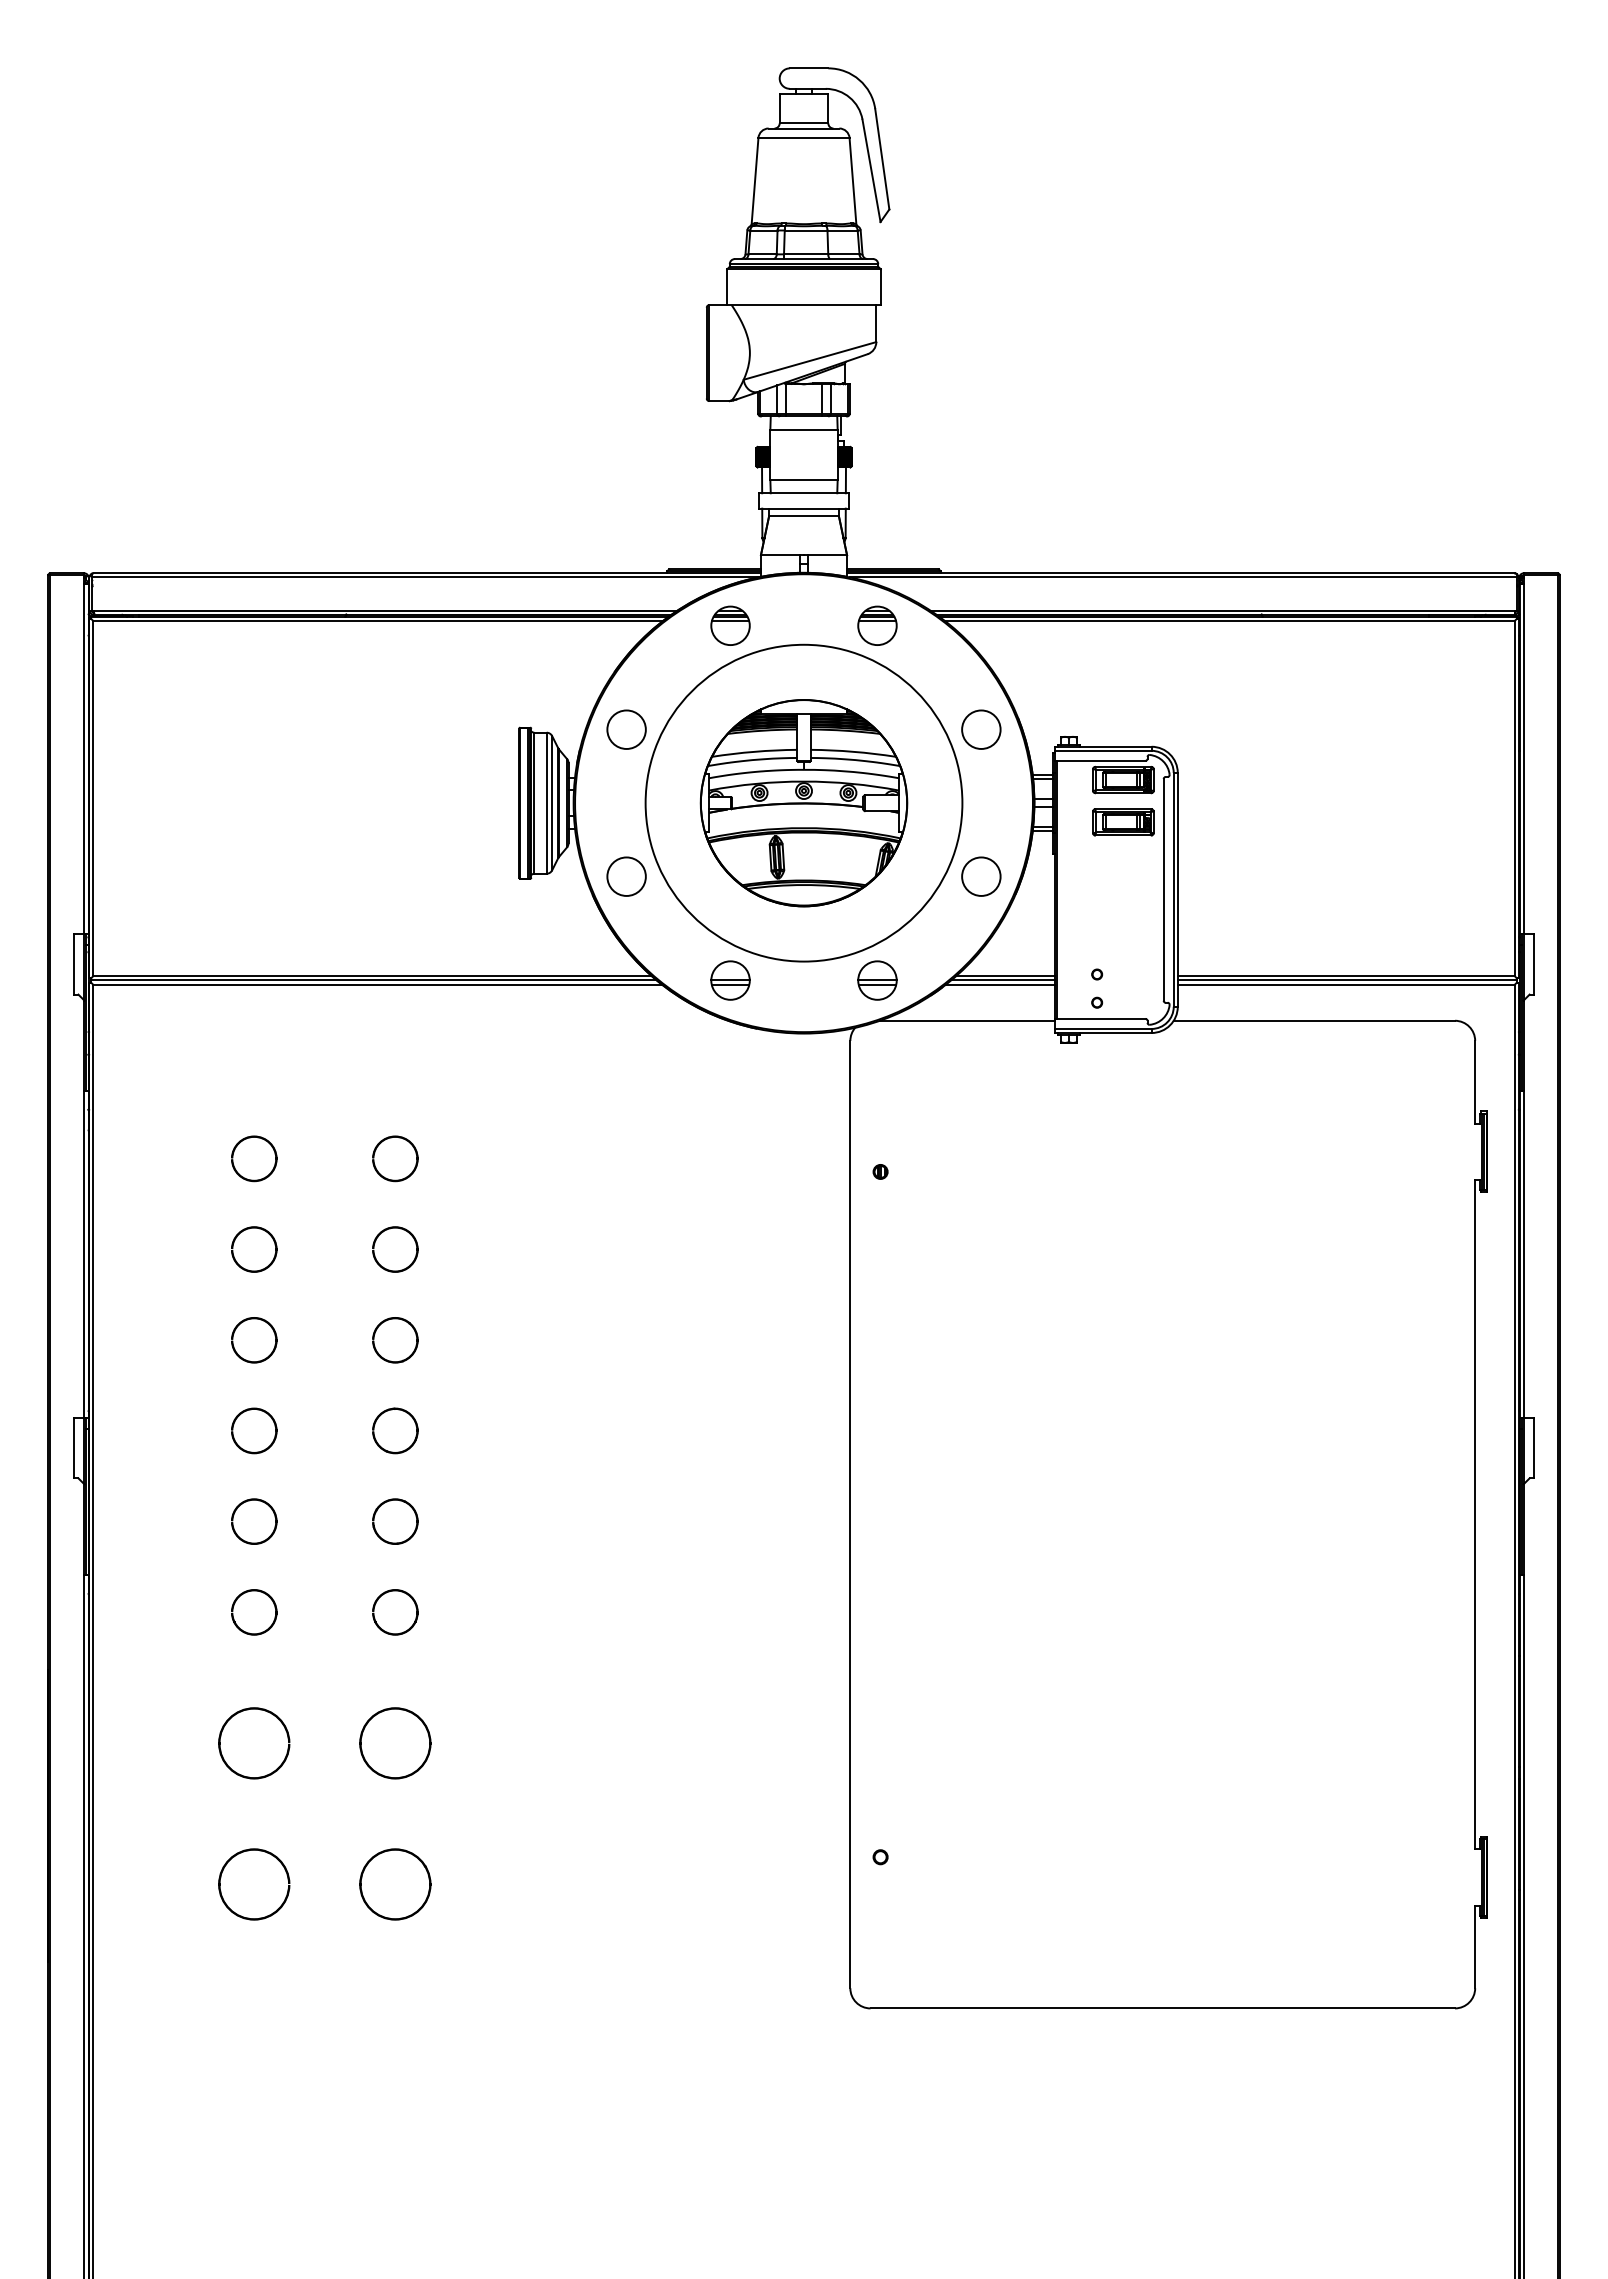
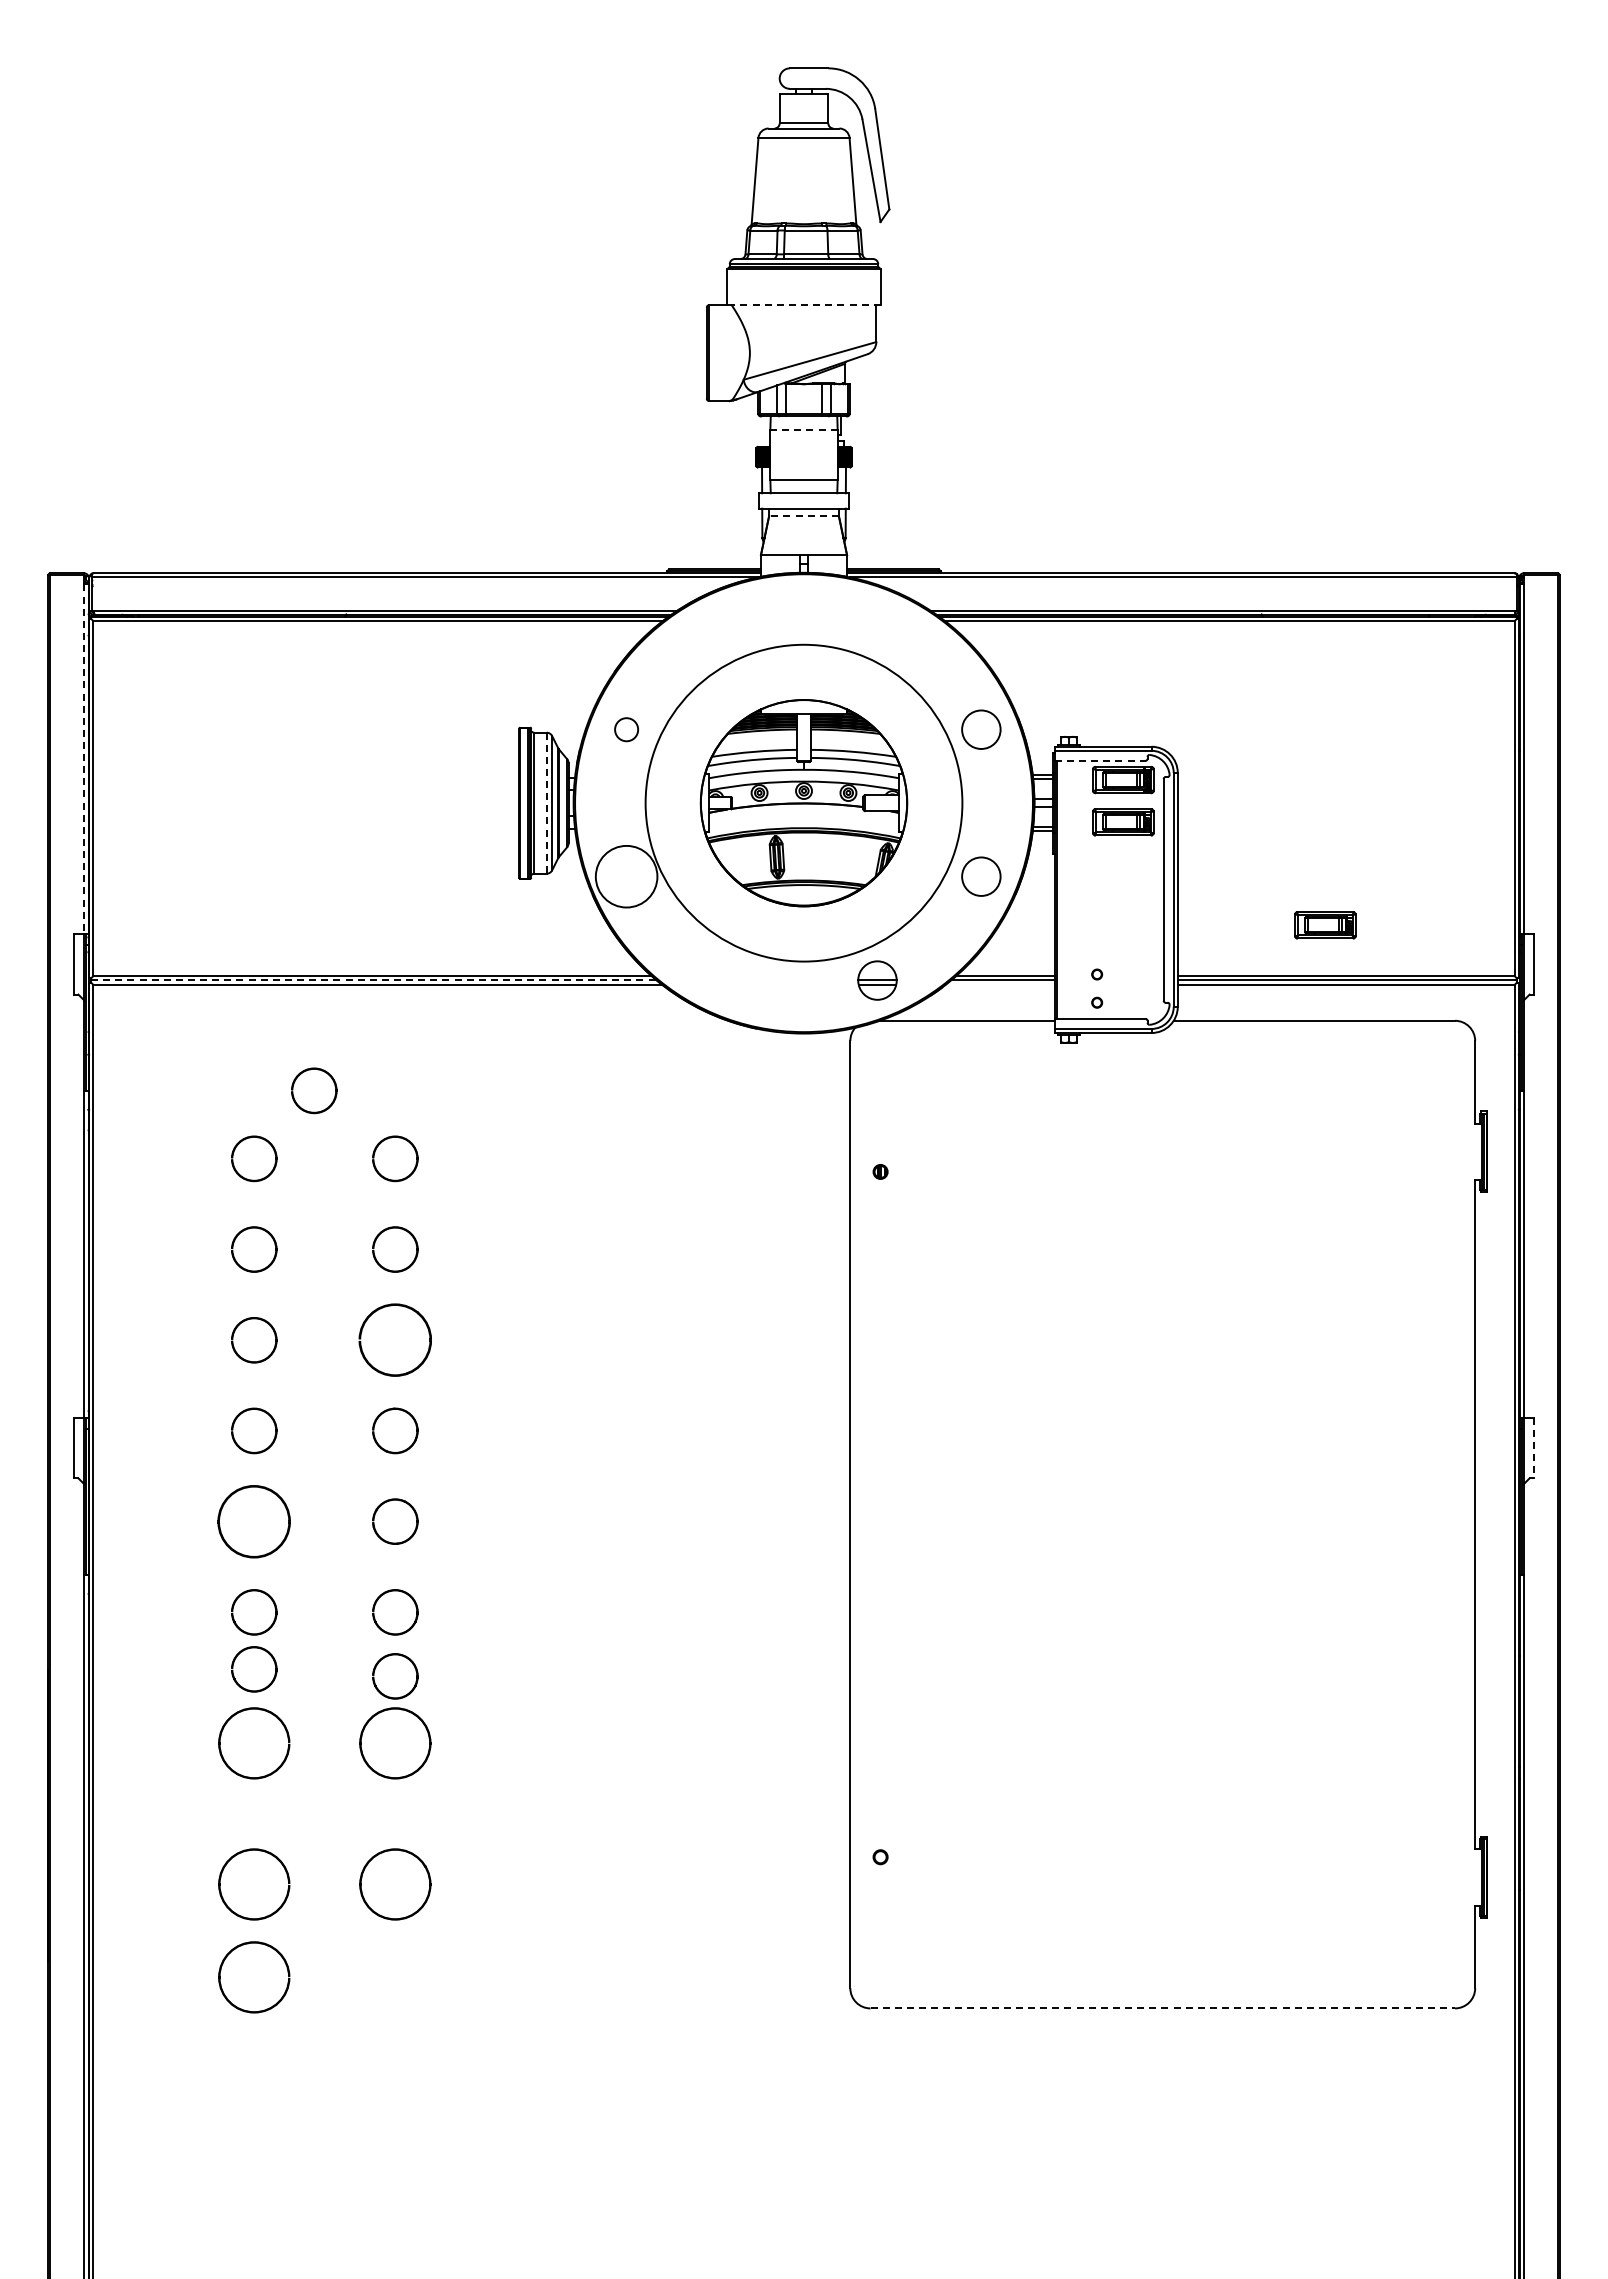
line at (804, 305): solid -> dashed
line at (804, 429): solid -> dashed
line at (804, 516): solid -> dashed
part at (730, 625): present -> none
part at (877, 625): present -> none
circle at (626, 729) diameter: 38 px -> 23 px
line at (84, 759): solid -> dashed
line at (1100, 760): solid -> dashed
line at (546, 803): solid -> dashed
circle at (626, 876) diameter: 38 px -> 62 px
part at (1325, 925): none -> present
line at (373, 980): solid -> dashed
part at (730, 980): present -> none
line at (1000, 984): present -> none
part at (314, 1090): none -> present
part at (395, 1340) size: 47x47 px -> 74x74 px
line at (1533, 1448): solid -> dashed
part at (254, 1521) size: 47x47 px -> 74x74 px
part at (254, 1669): none -> present
part at (395, 1676): none -> present
part at (254, 1977): none -> present
line at (1163, 2008): solid -> dashed
